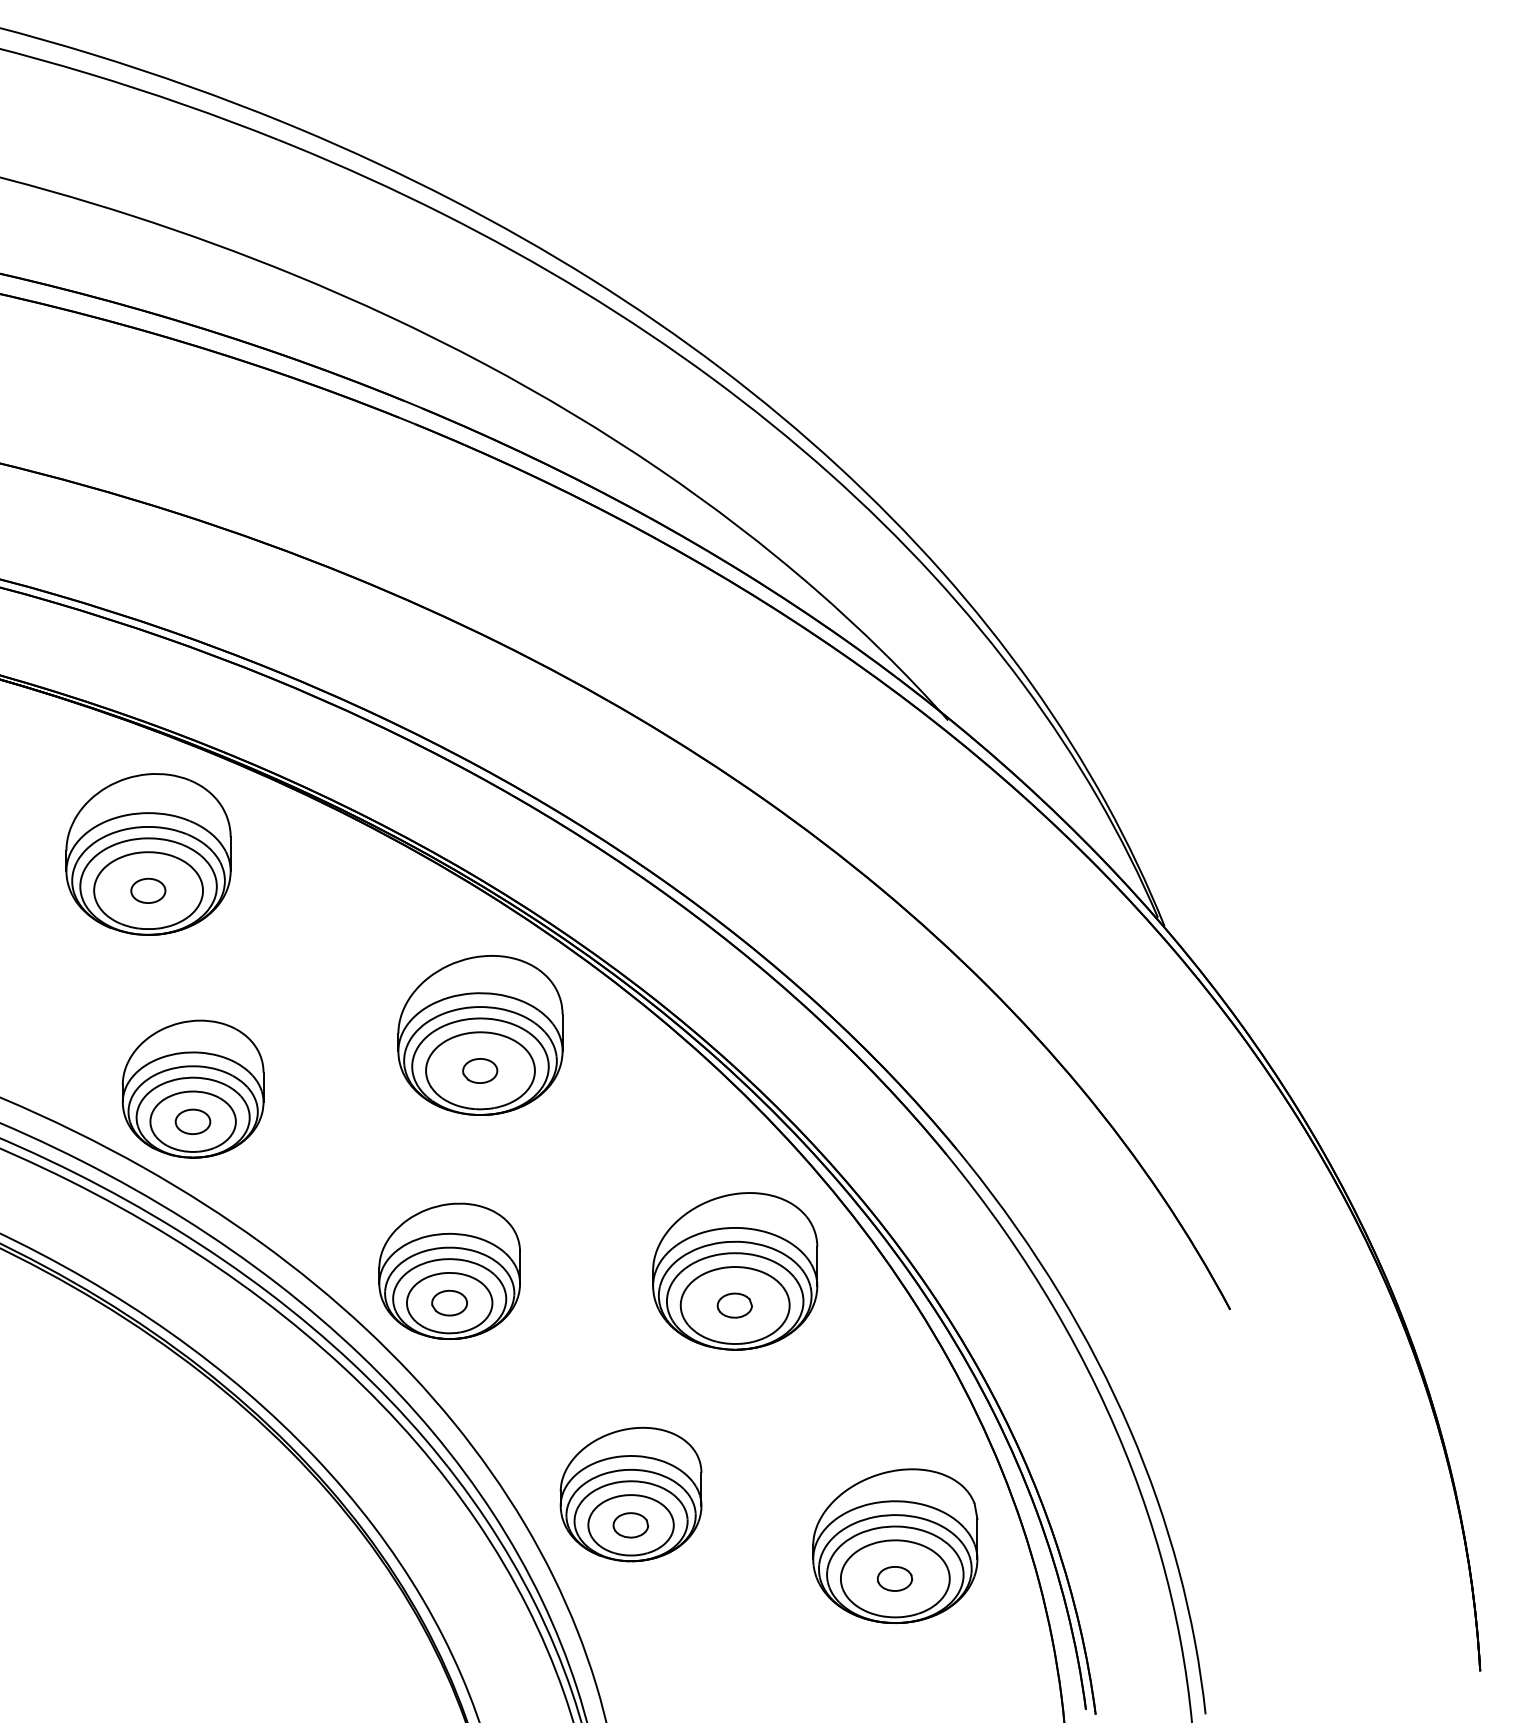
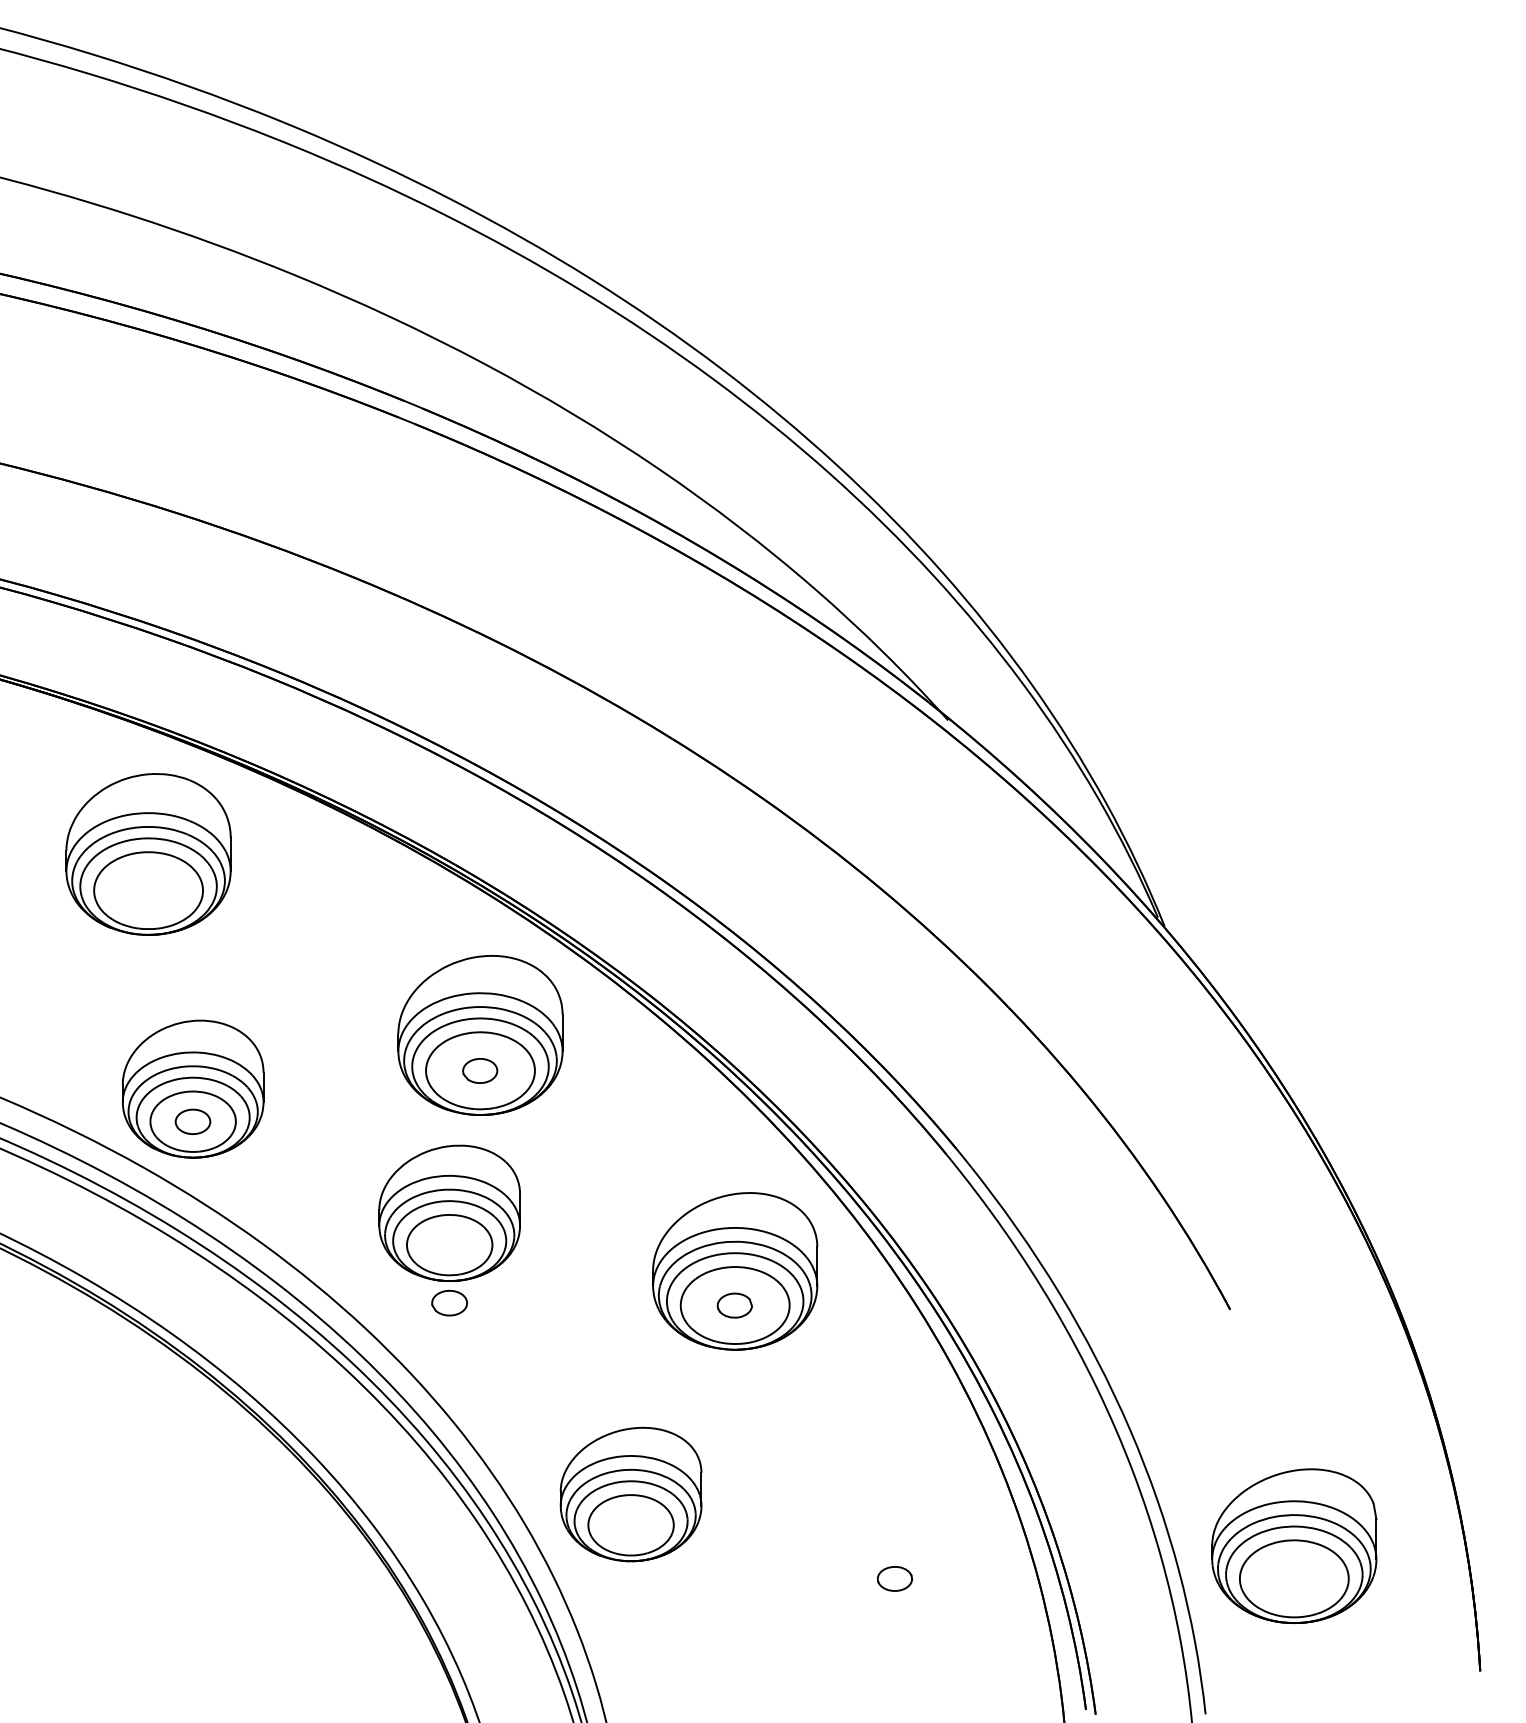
part at (148, 890): present -> none
part at (449, 1270) position: (449, 1270) -> (449, 1212)
part at (630, 1525): present -> none
part at (895, 1545) position: (895, 1545) -> (1294, 1545)
